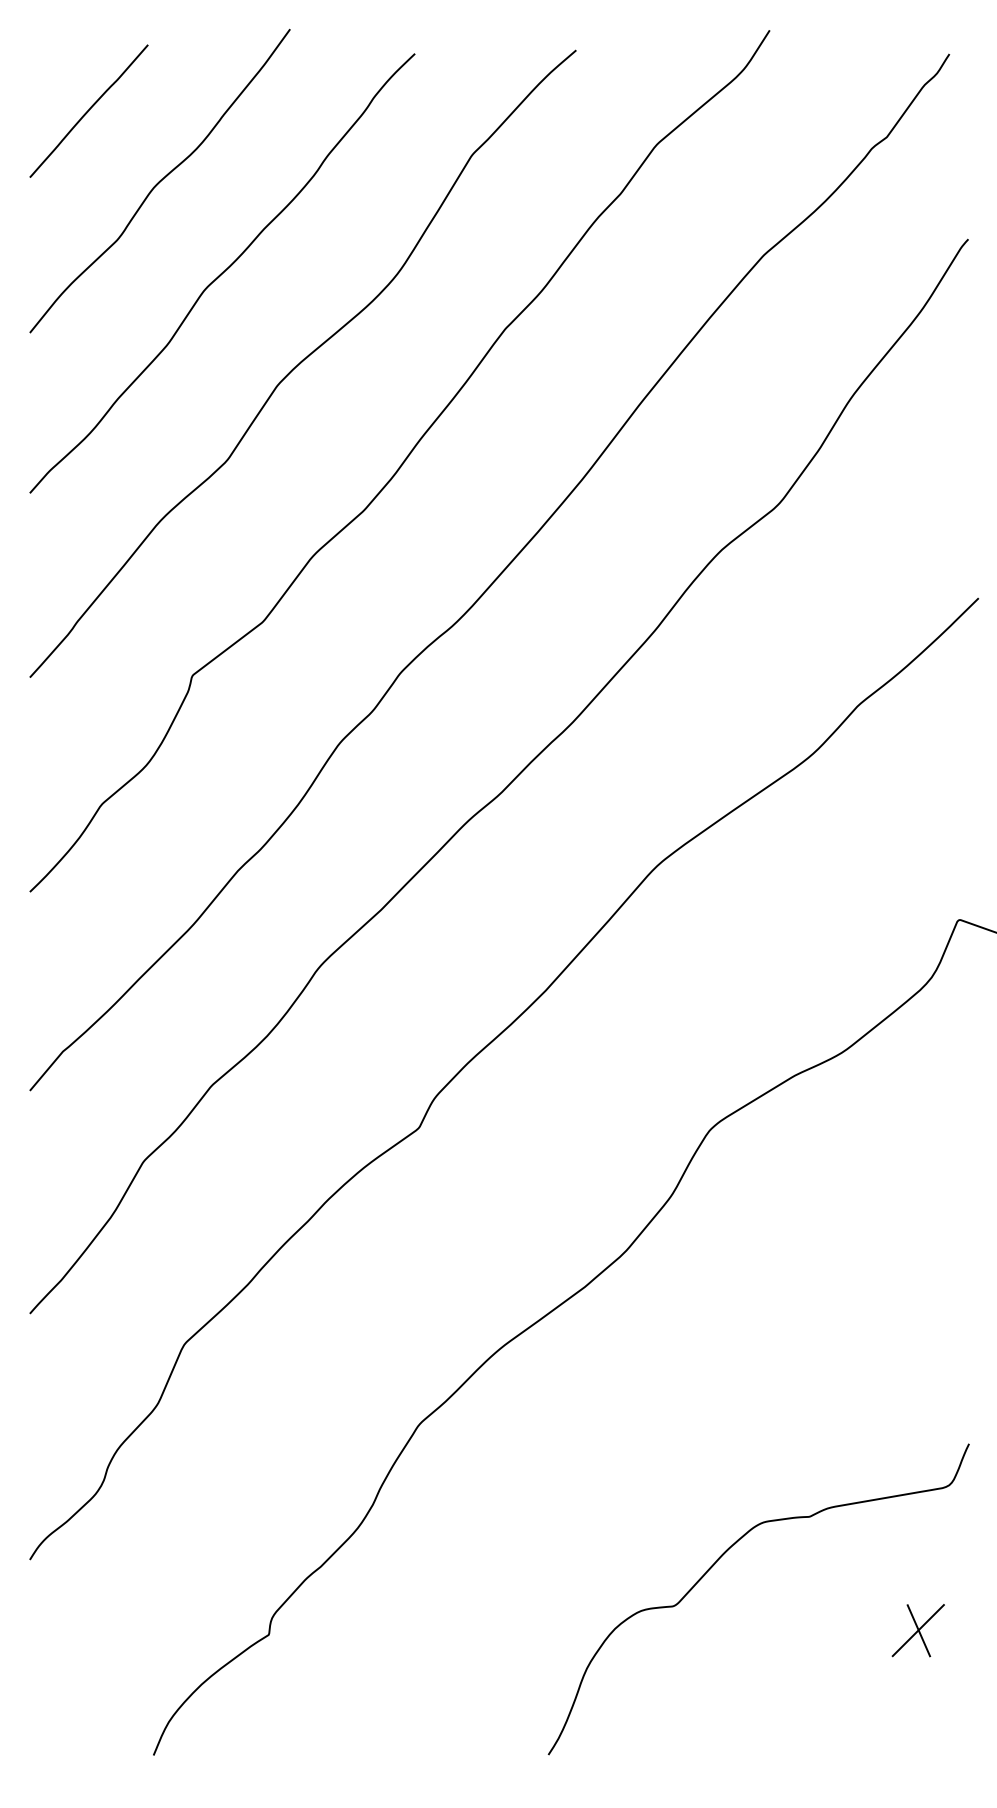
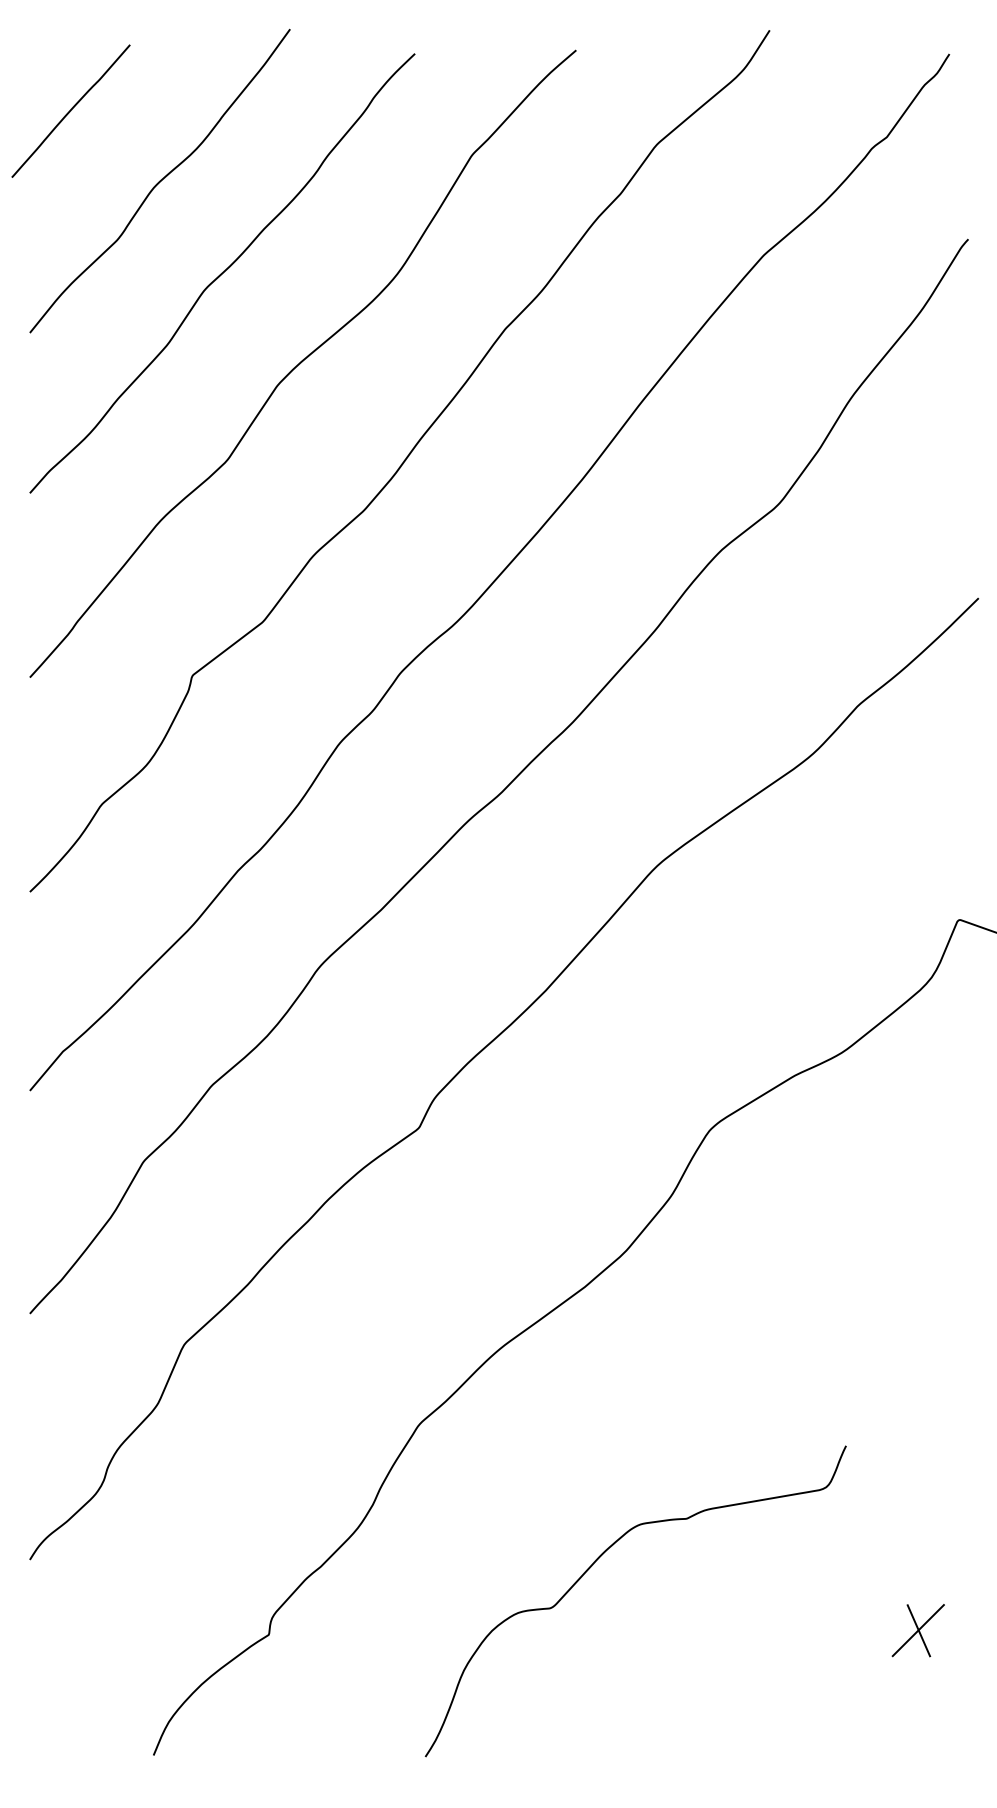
curve at (88, 110) position: (88, 110) -> (70, 110)
curve at (715, 1564) position: (715, 1564) -> (592, 1566)
